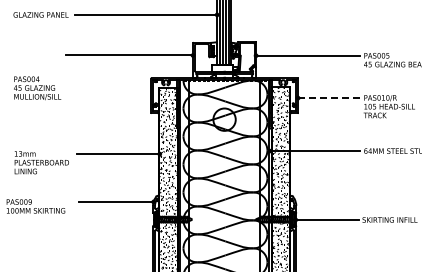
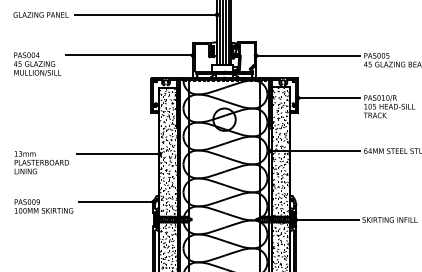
text at (37, 88) position: (37, 88) -> (37, 64)
line at (329, 98): dashed -> solid
text at (35, 206) position: (35, 206) -> (43, 206)
